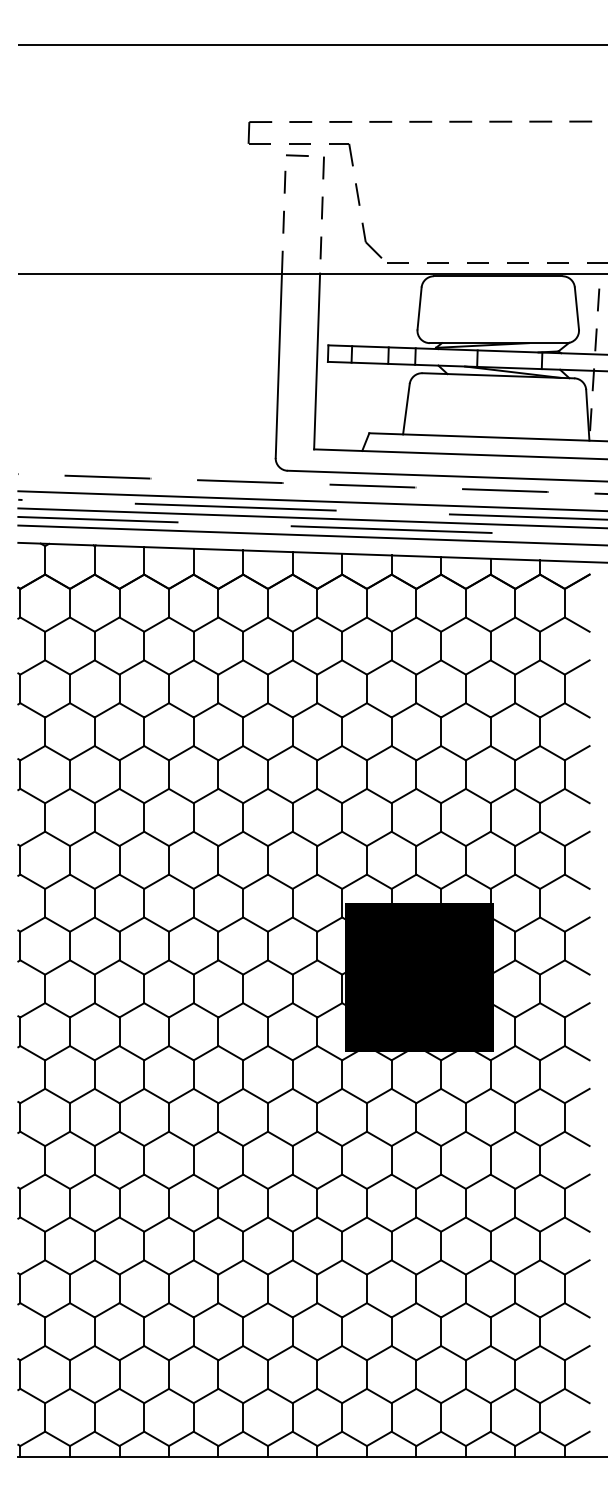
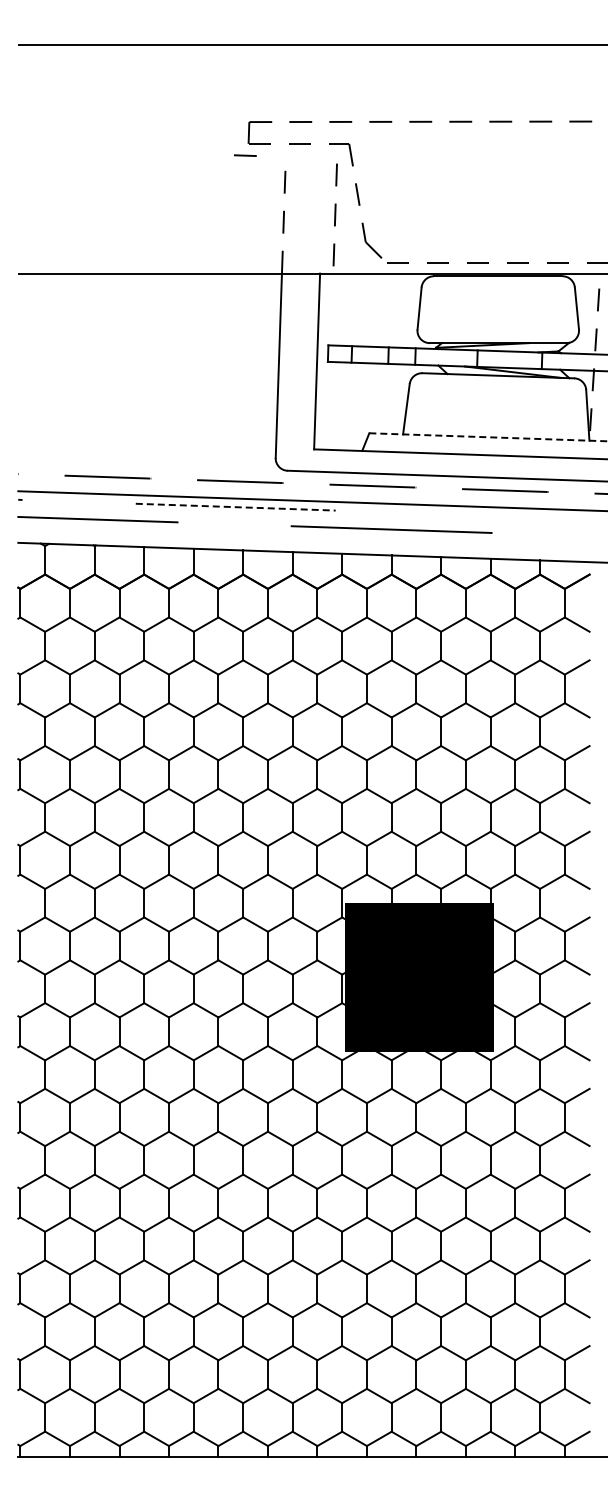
line at (297, 155) position: (297, 155) -> (245, 155)
line at (321, 207) position: (321, 207) -> (334, 214)
line at (488, 437): solid -> dashed
line at (235, 507): solid -> dashed
line at (526, 516): present -> none
line at (311, 518): present -> none
line at (311, 535): present -> none
